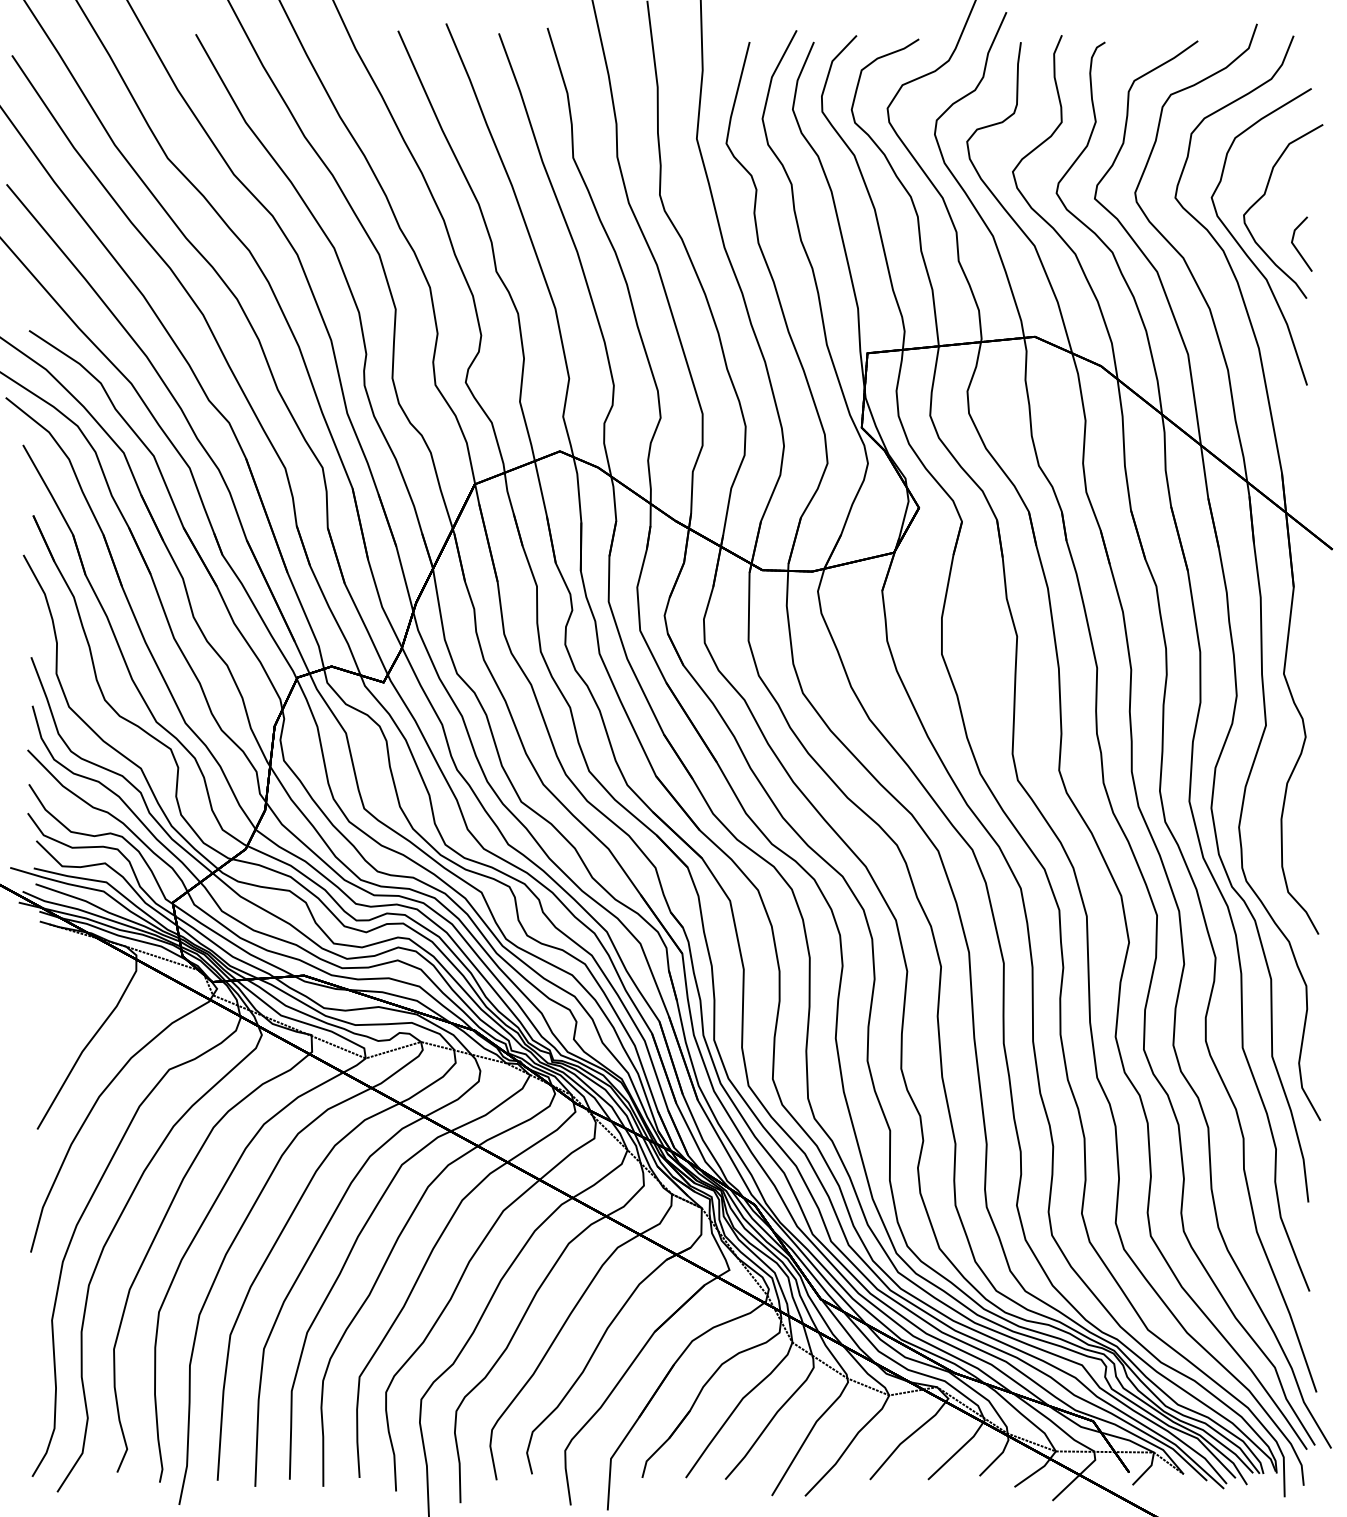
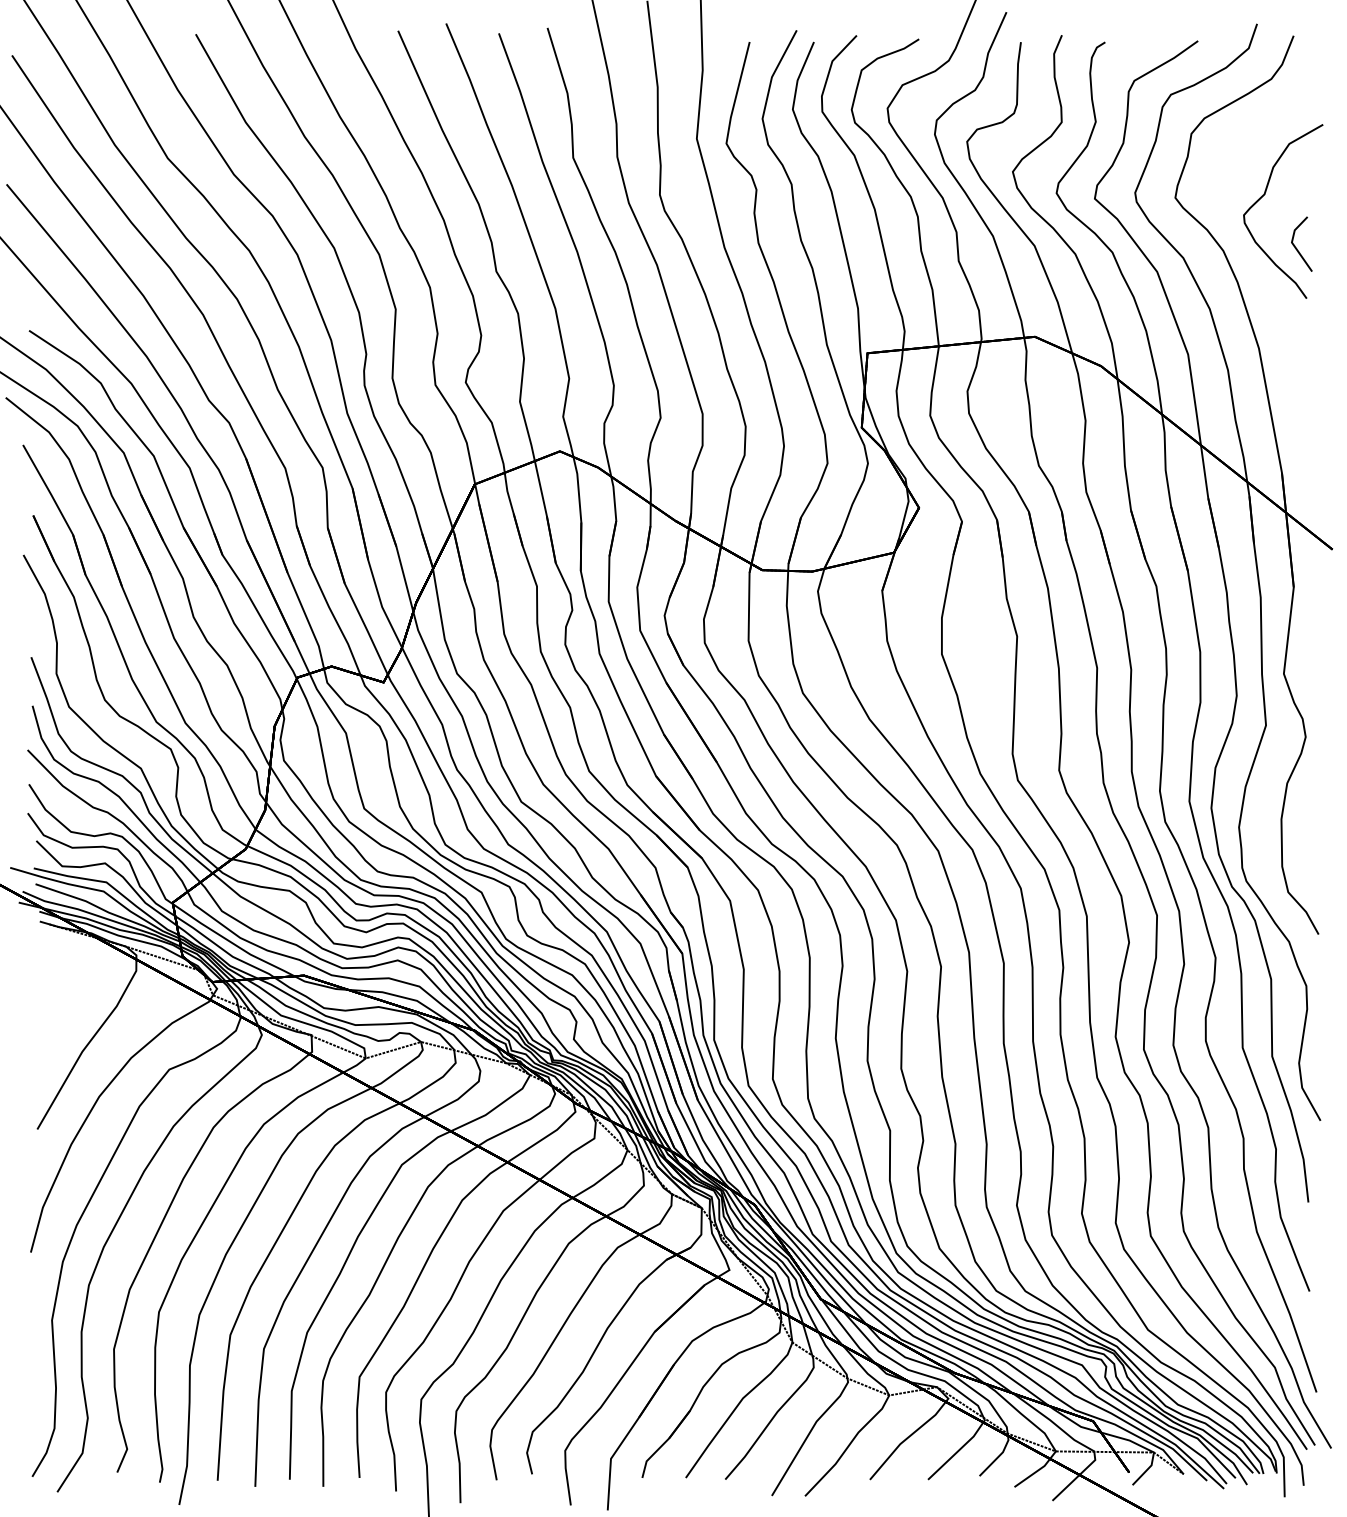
curve at (1242, 247): present -> none
